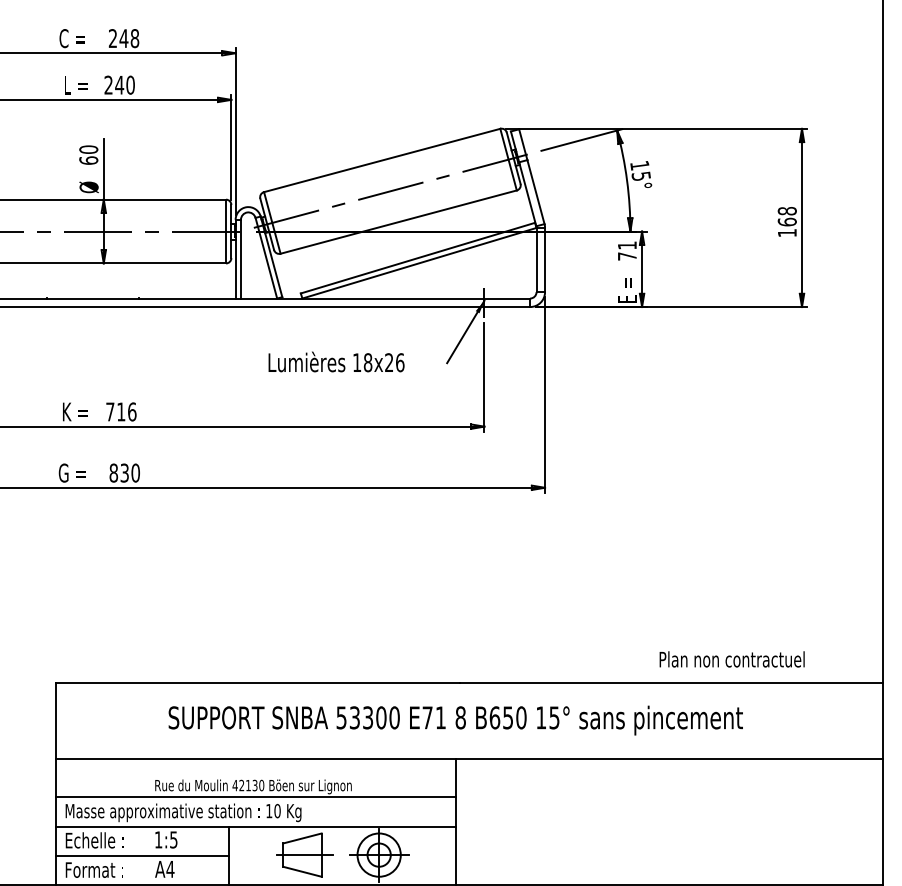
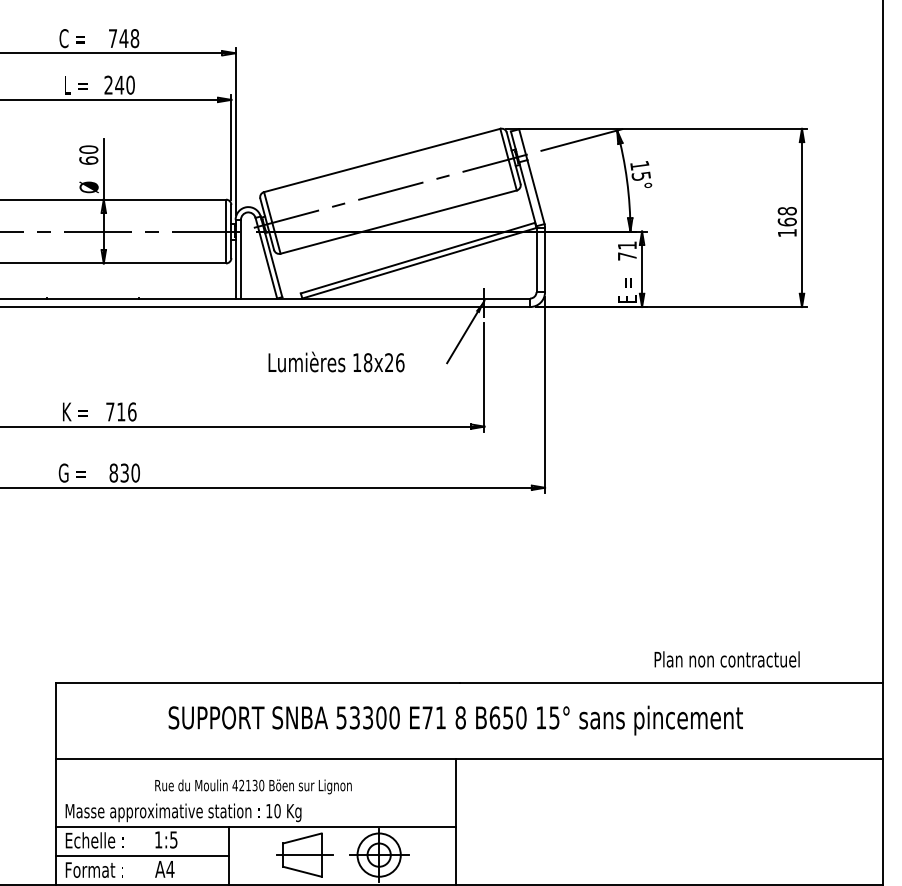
text at (112, 38): 248 -> 748
text at (731, 659) position: (731, 659) -> (726, 659)
line at (255, 797): present -> none
